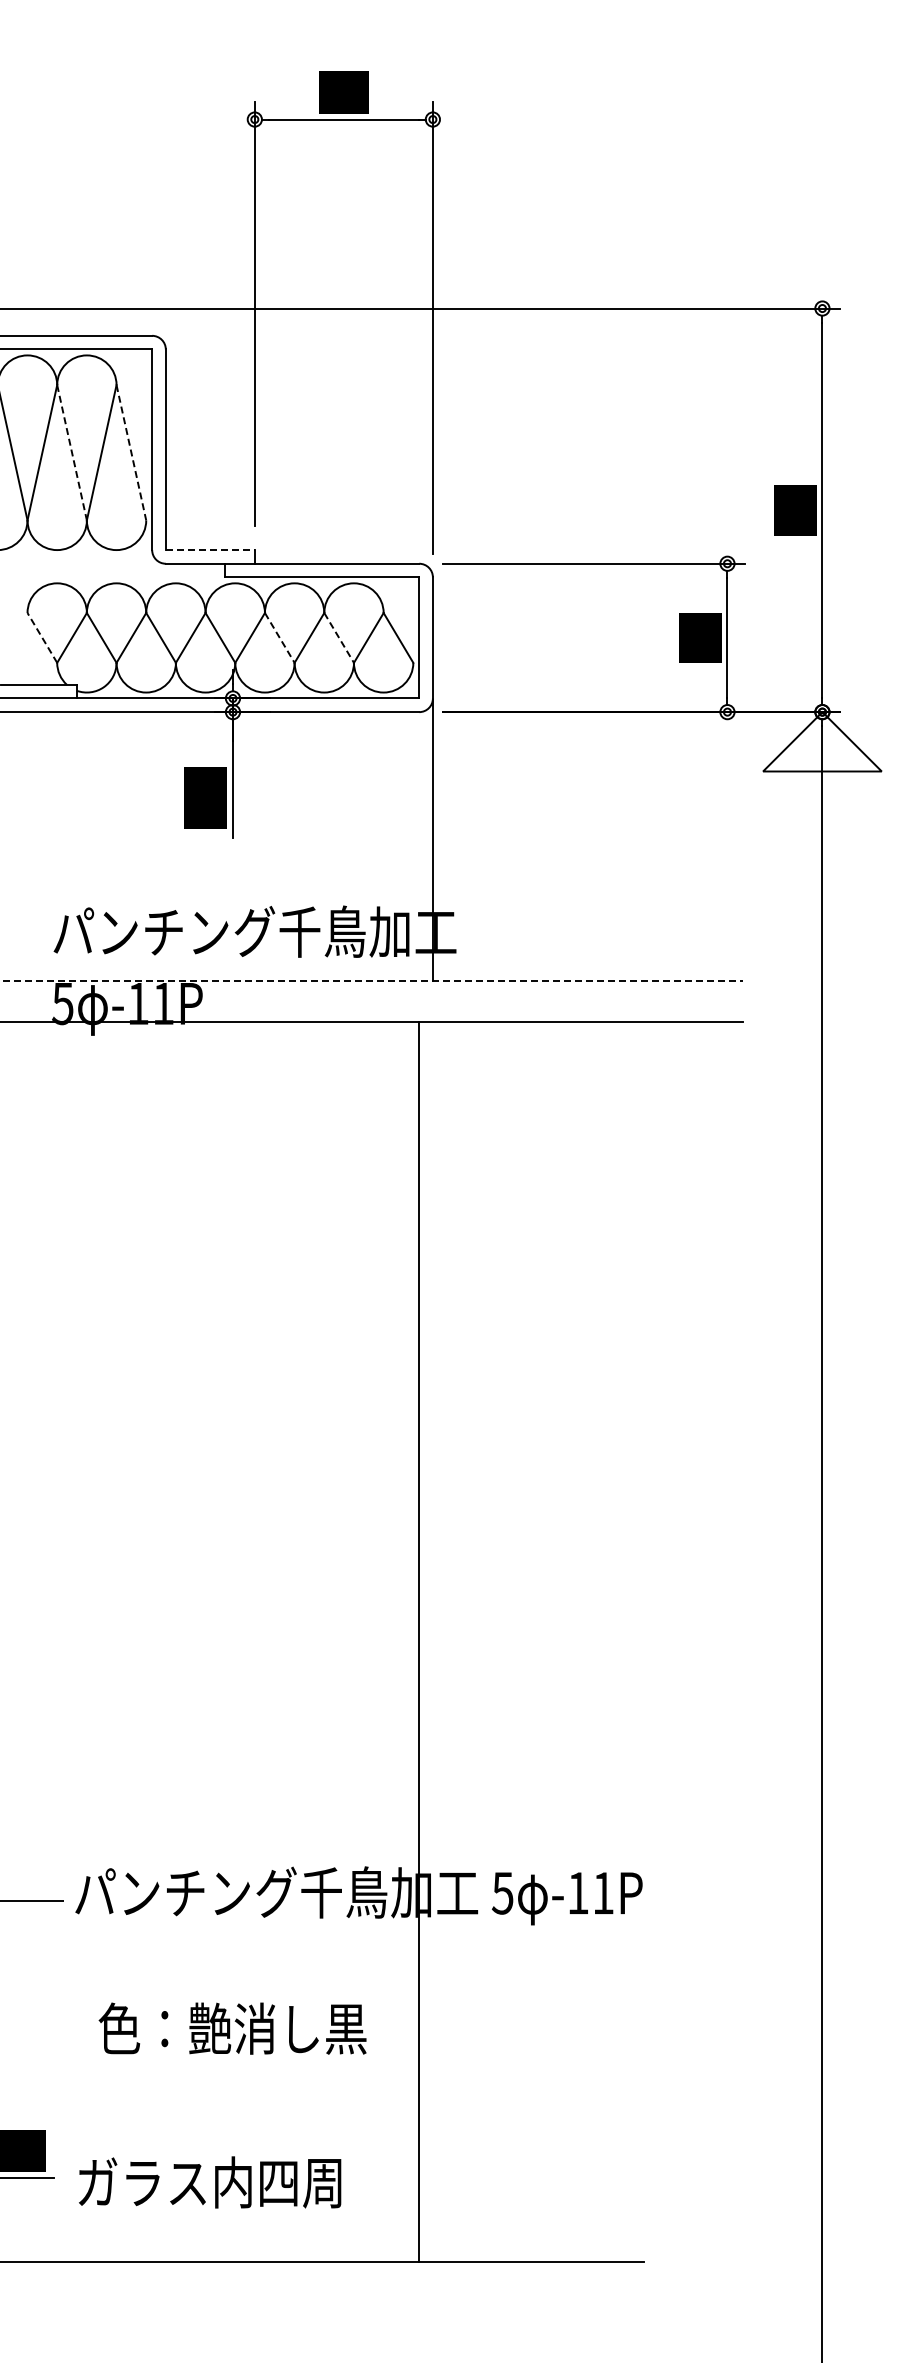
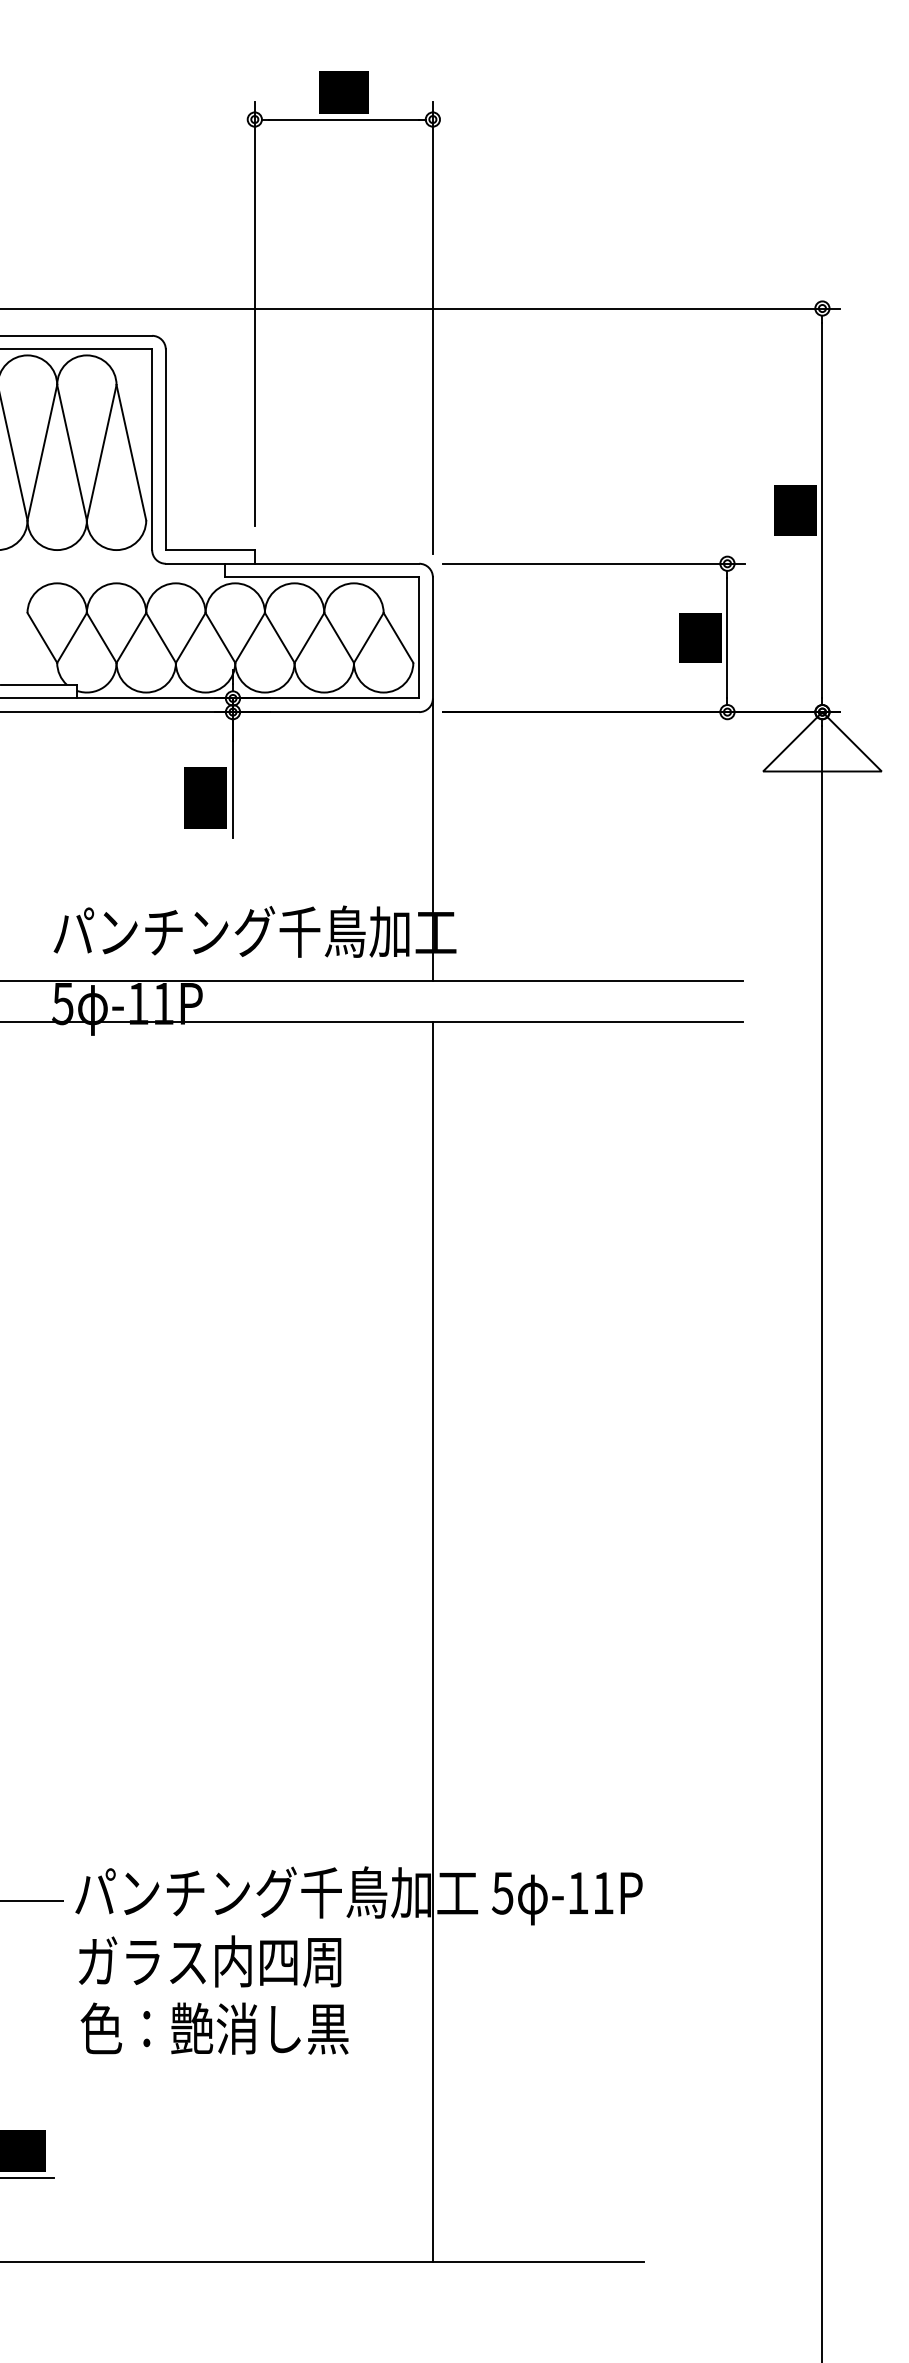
line at (72, 453): dashed -> solid
line at (131, 453): dashed -> solid
line at (210, 550): dashed -> solid
line at (42, 637): dashed -> solid
line at (280, 638): dashed -> solid
line at (339, 638): dashed -> solid
line at (371, 980): dashed -> solid
line at (418, 1642) position: (418, 1642) -> (432, 1642)
text at (232, 2028) position: (232, 2028) -> (214, 2028)
text at (210, 2182) position: (210, 2182) -> (210, 1961)
